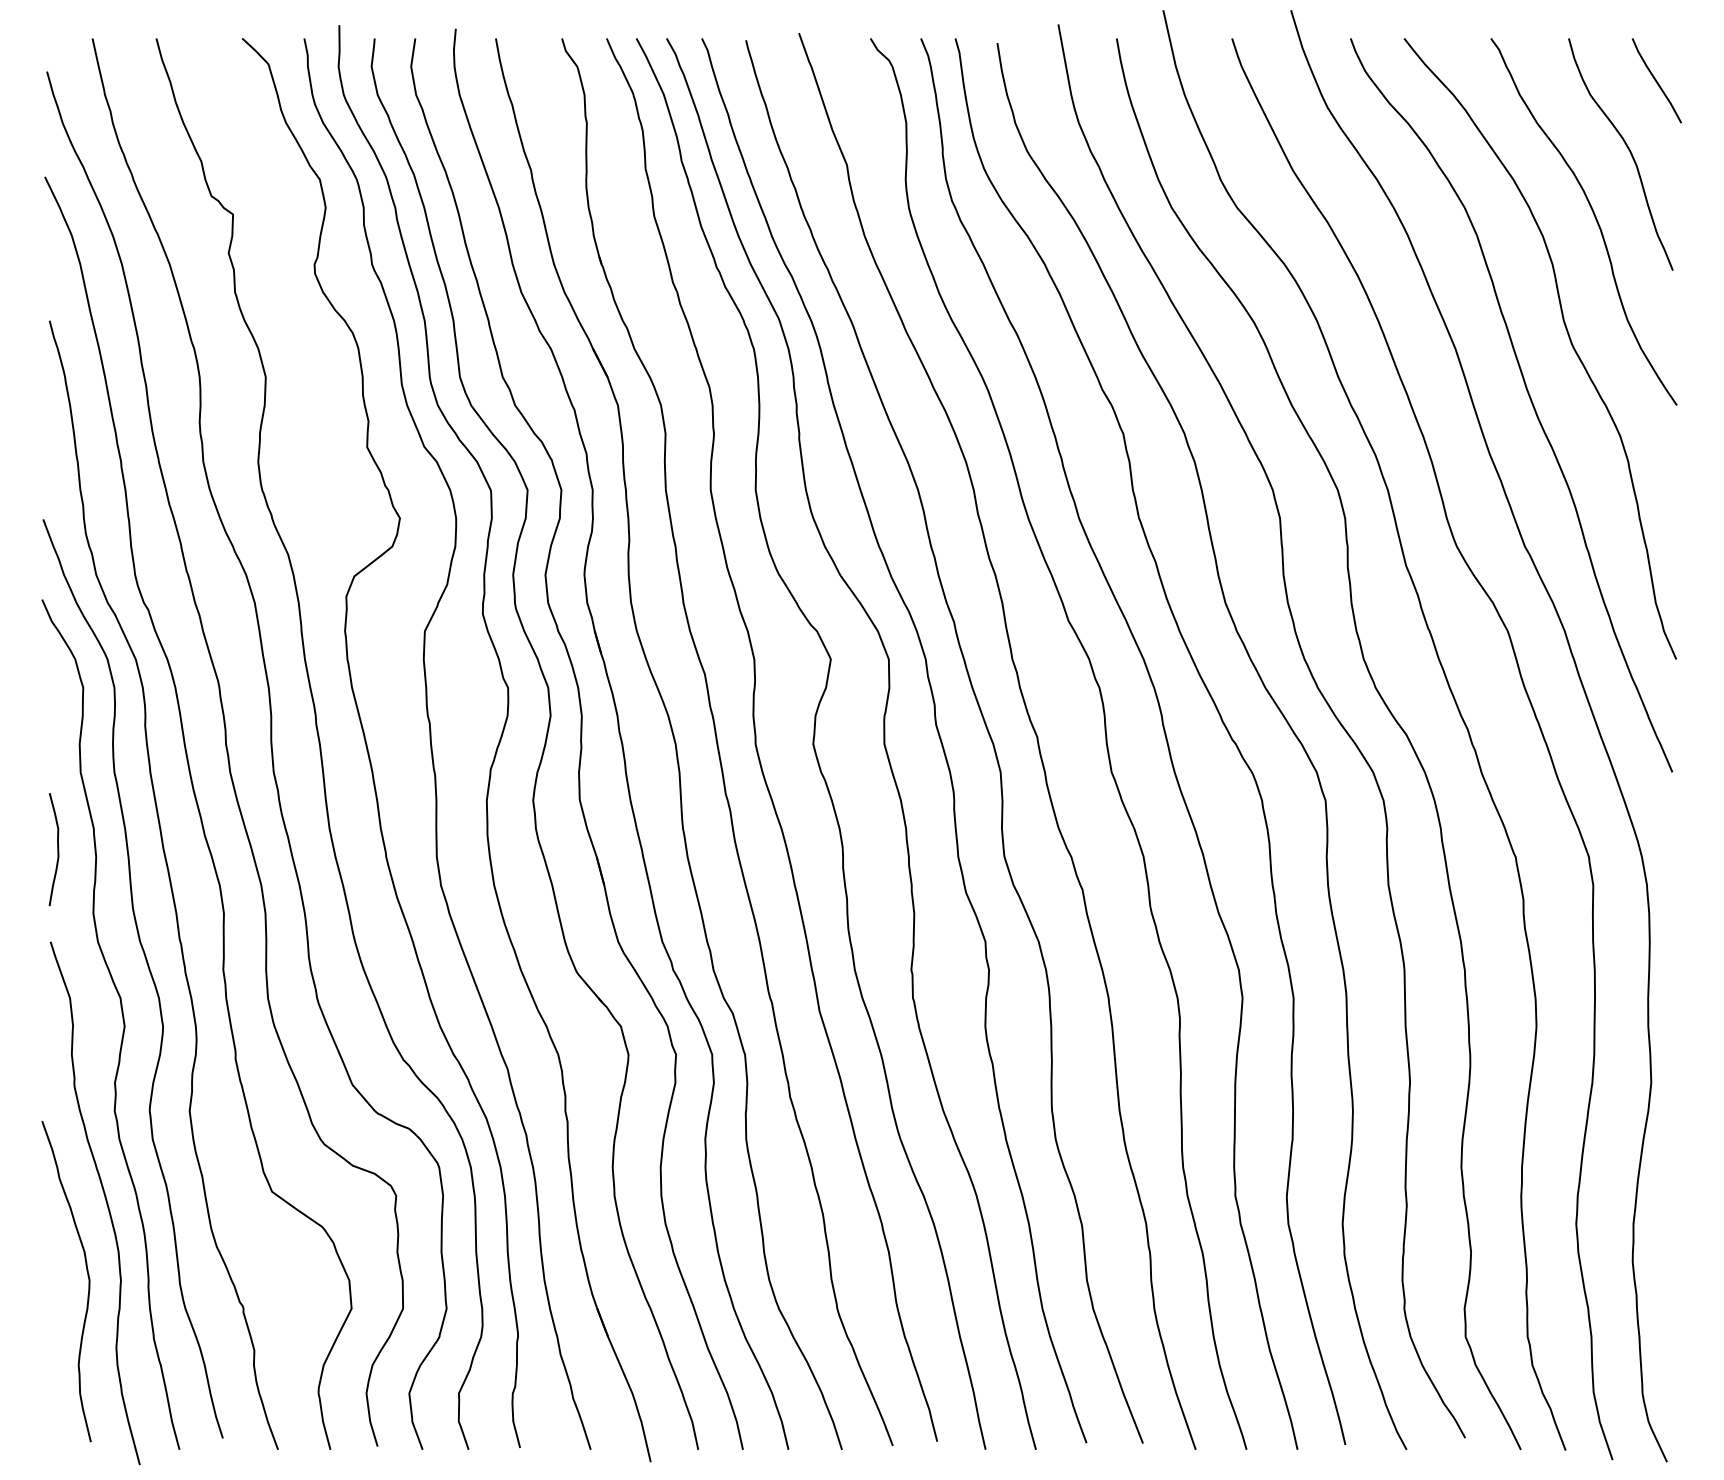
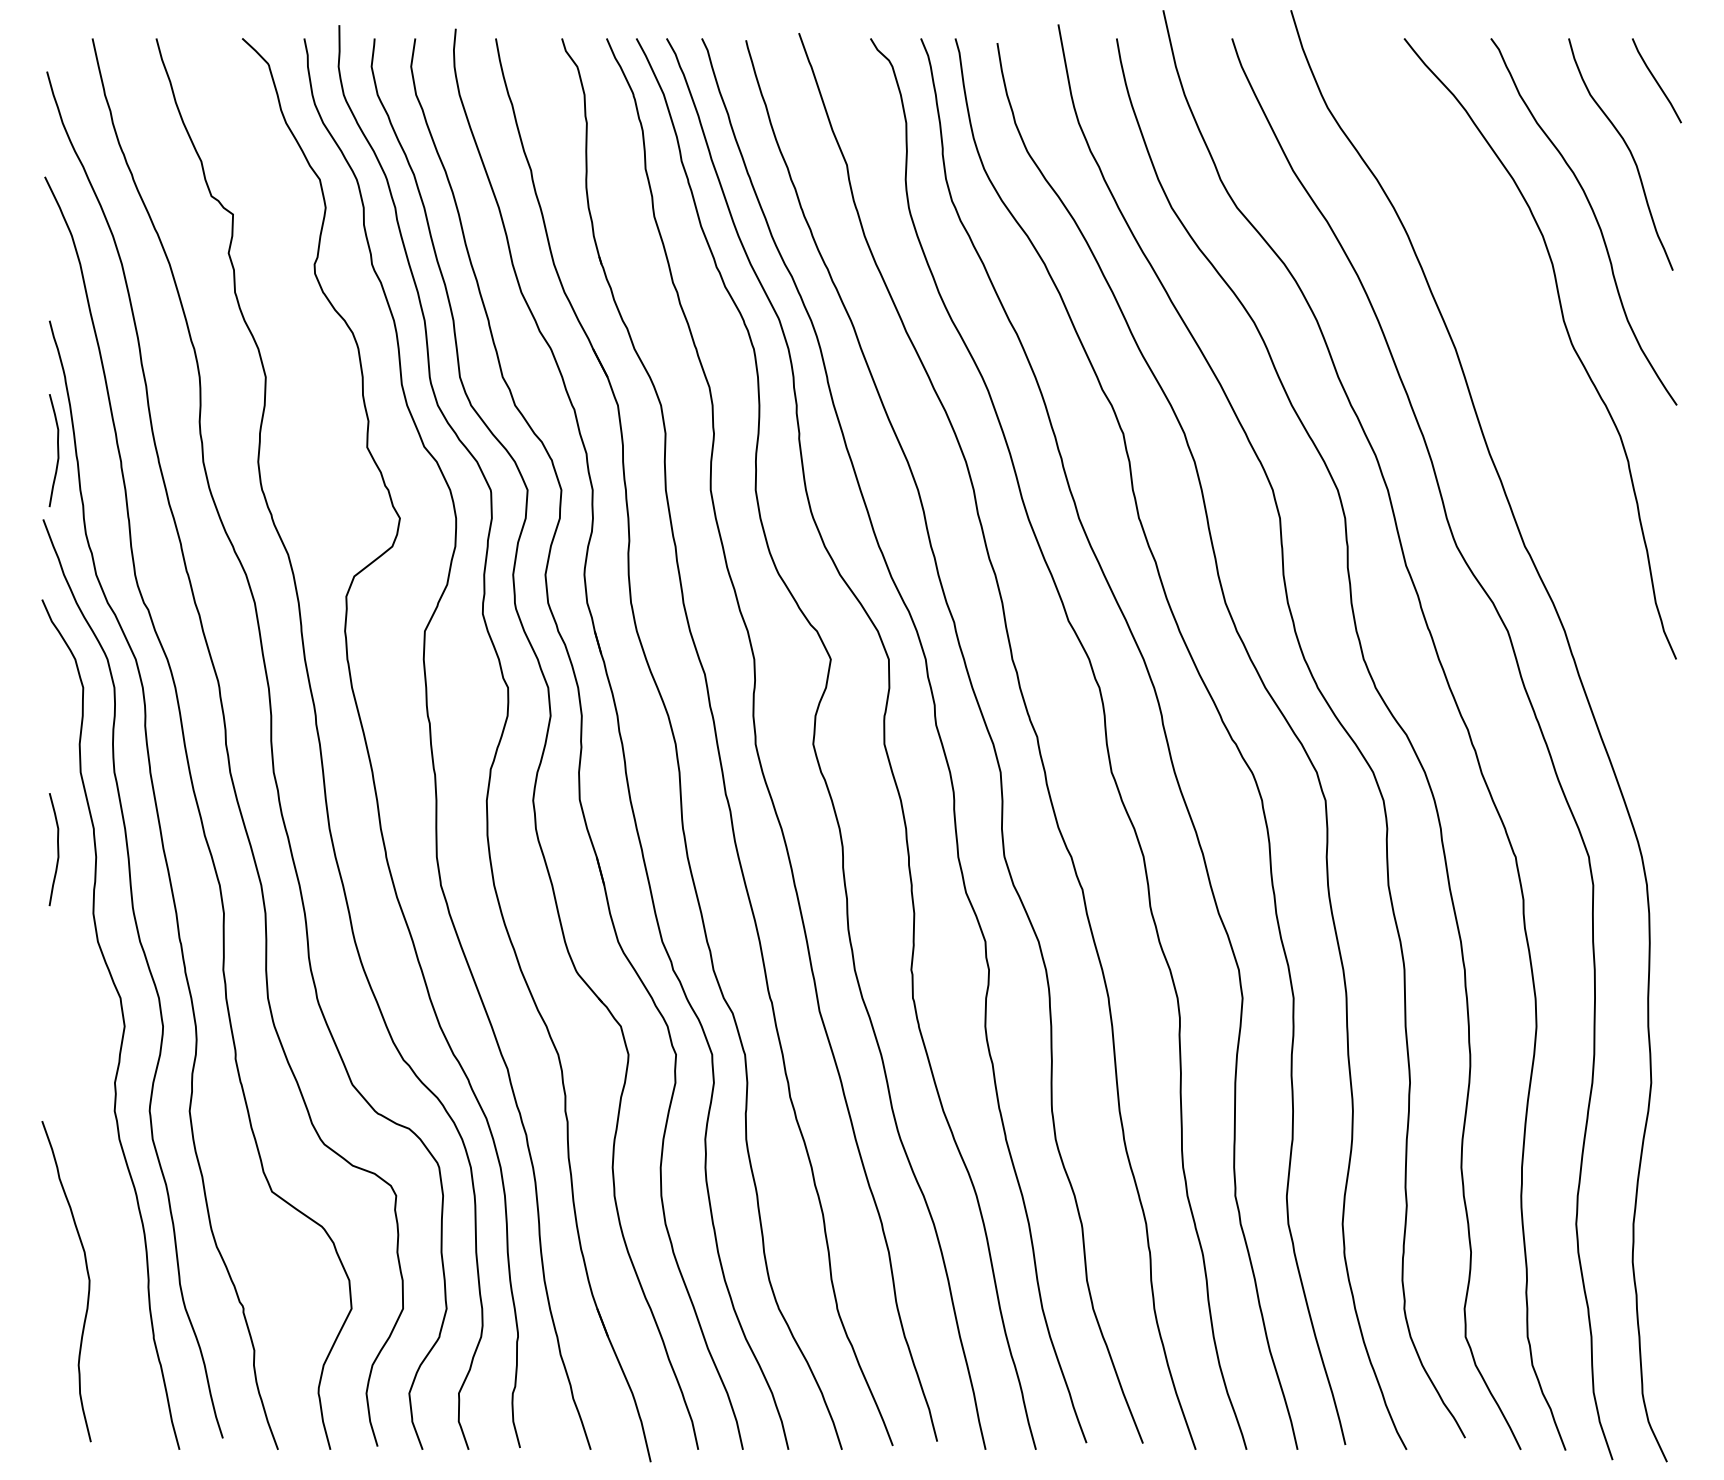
curve at (1528, 396): present -> none
curve at (57, 450): none -> present
curve at (105, 1201): present -> none
